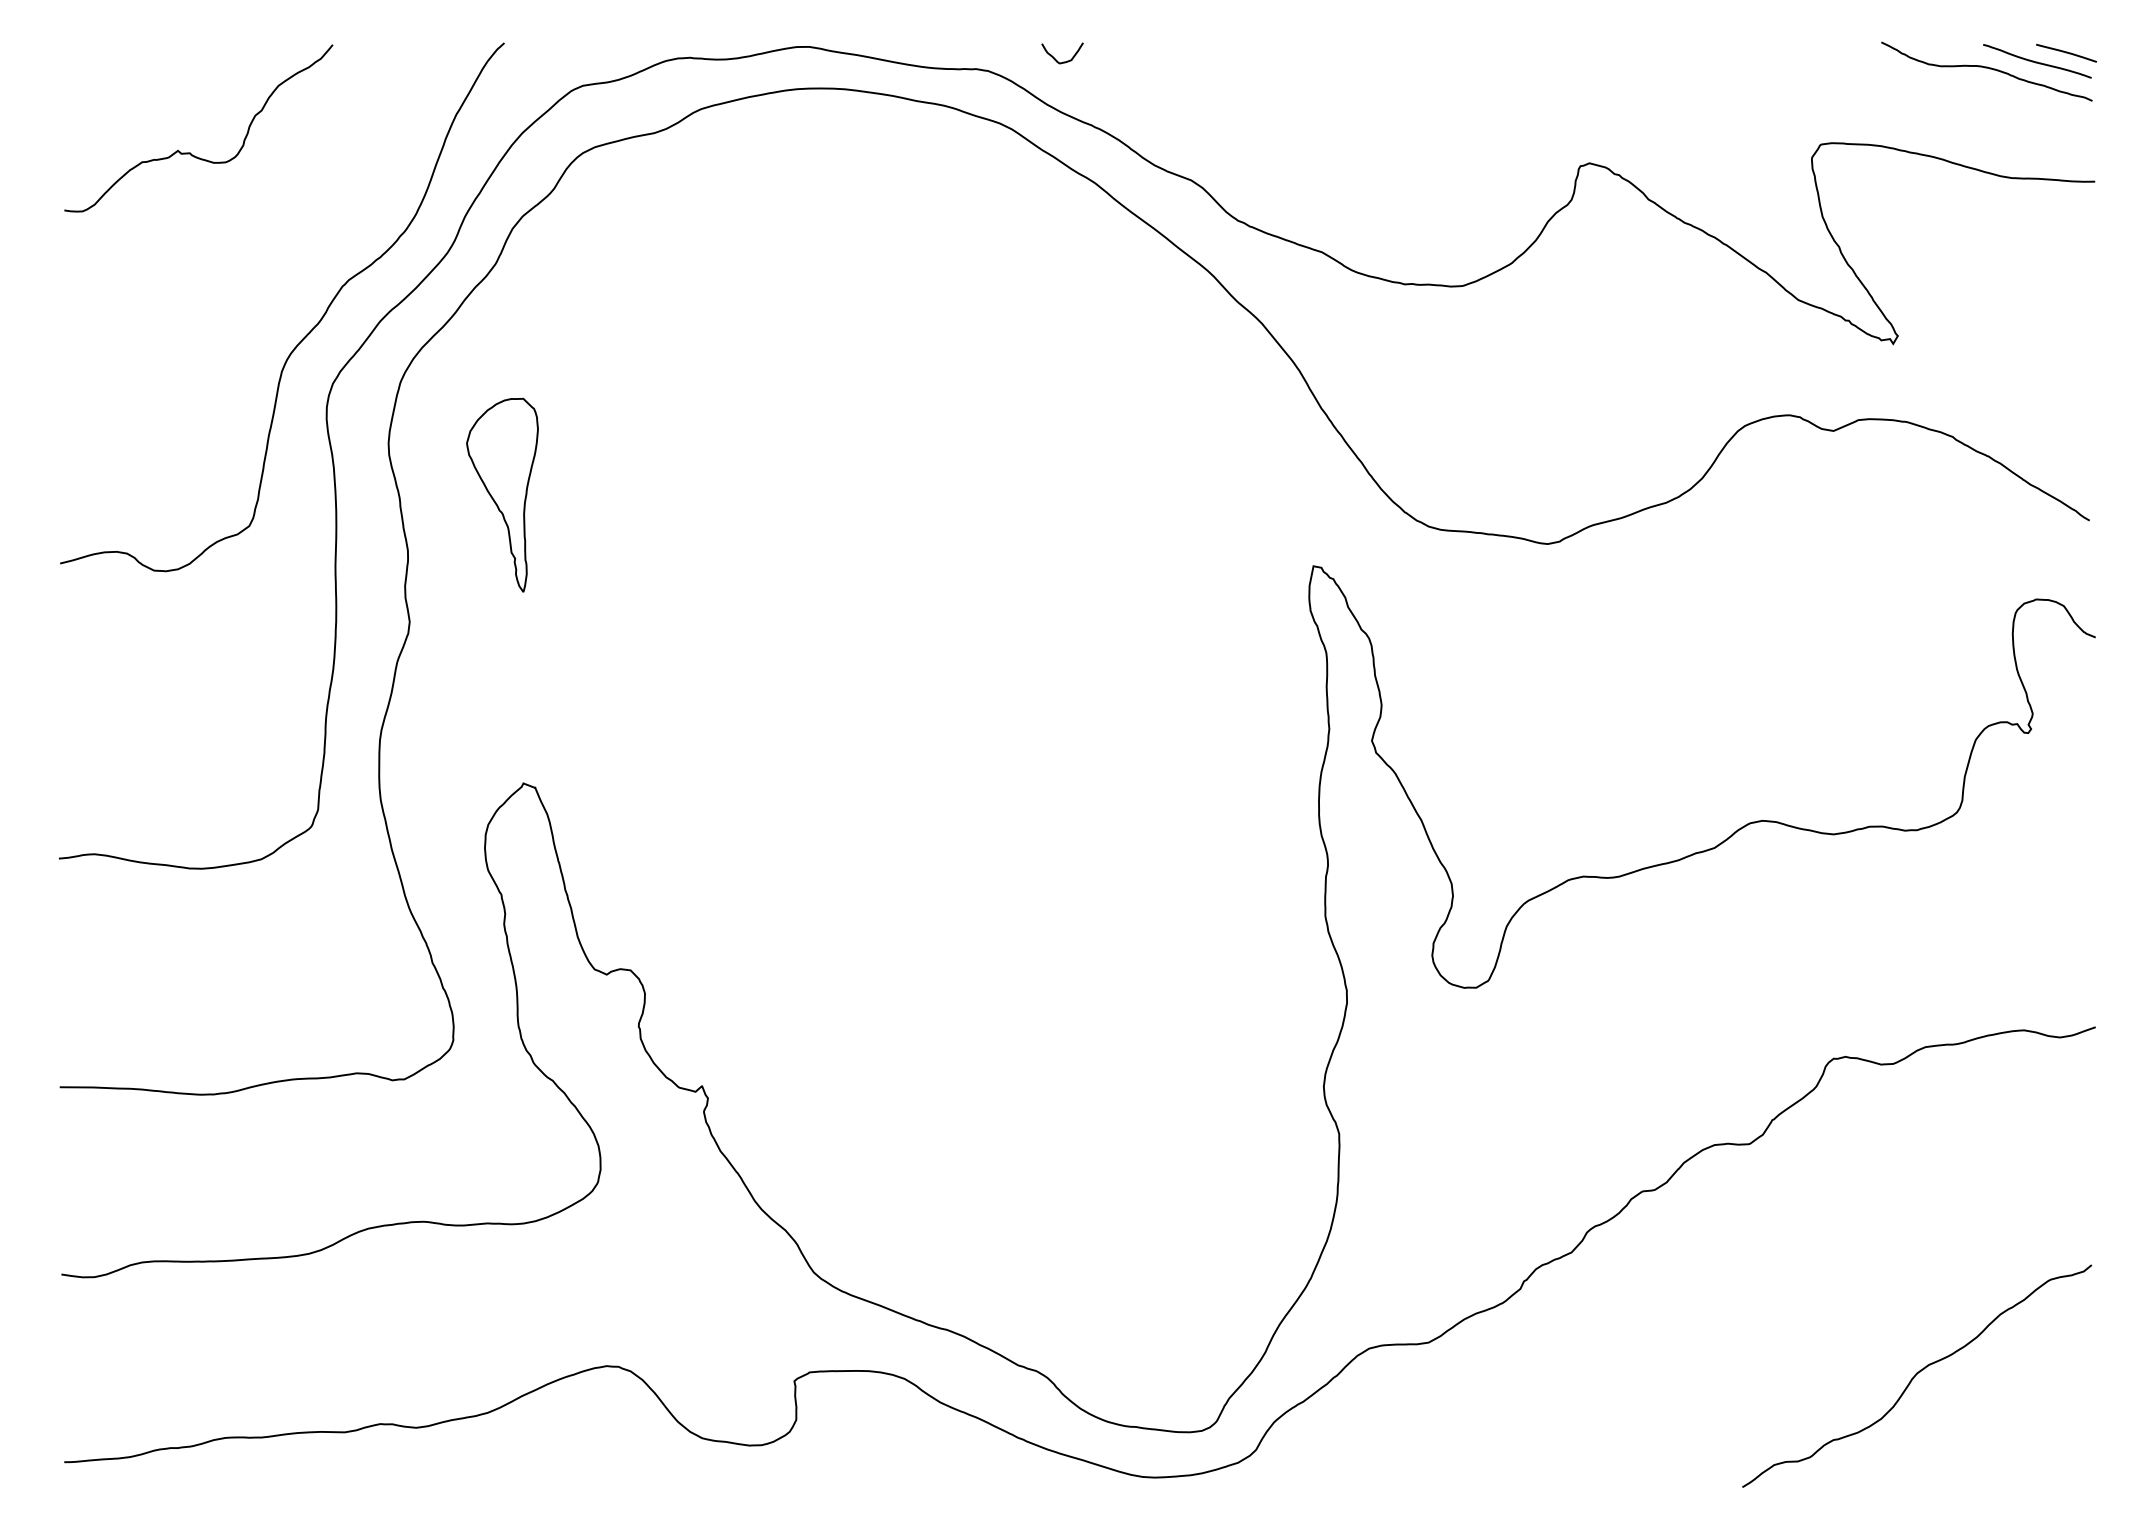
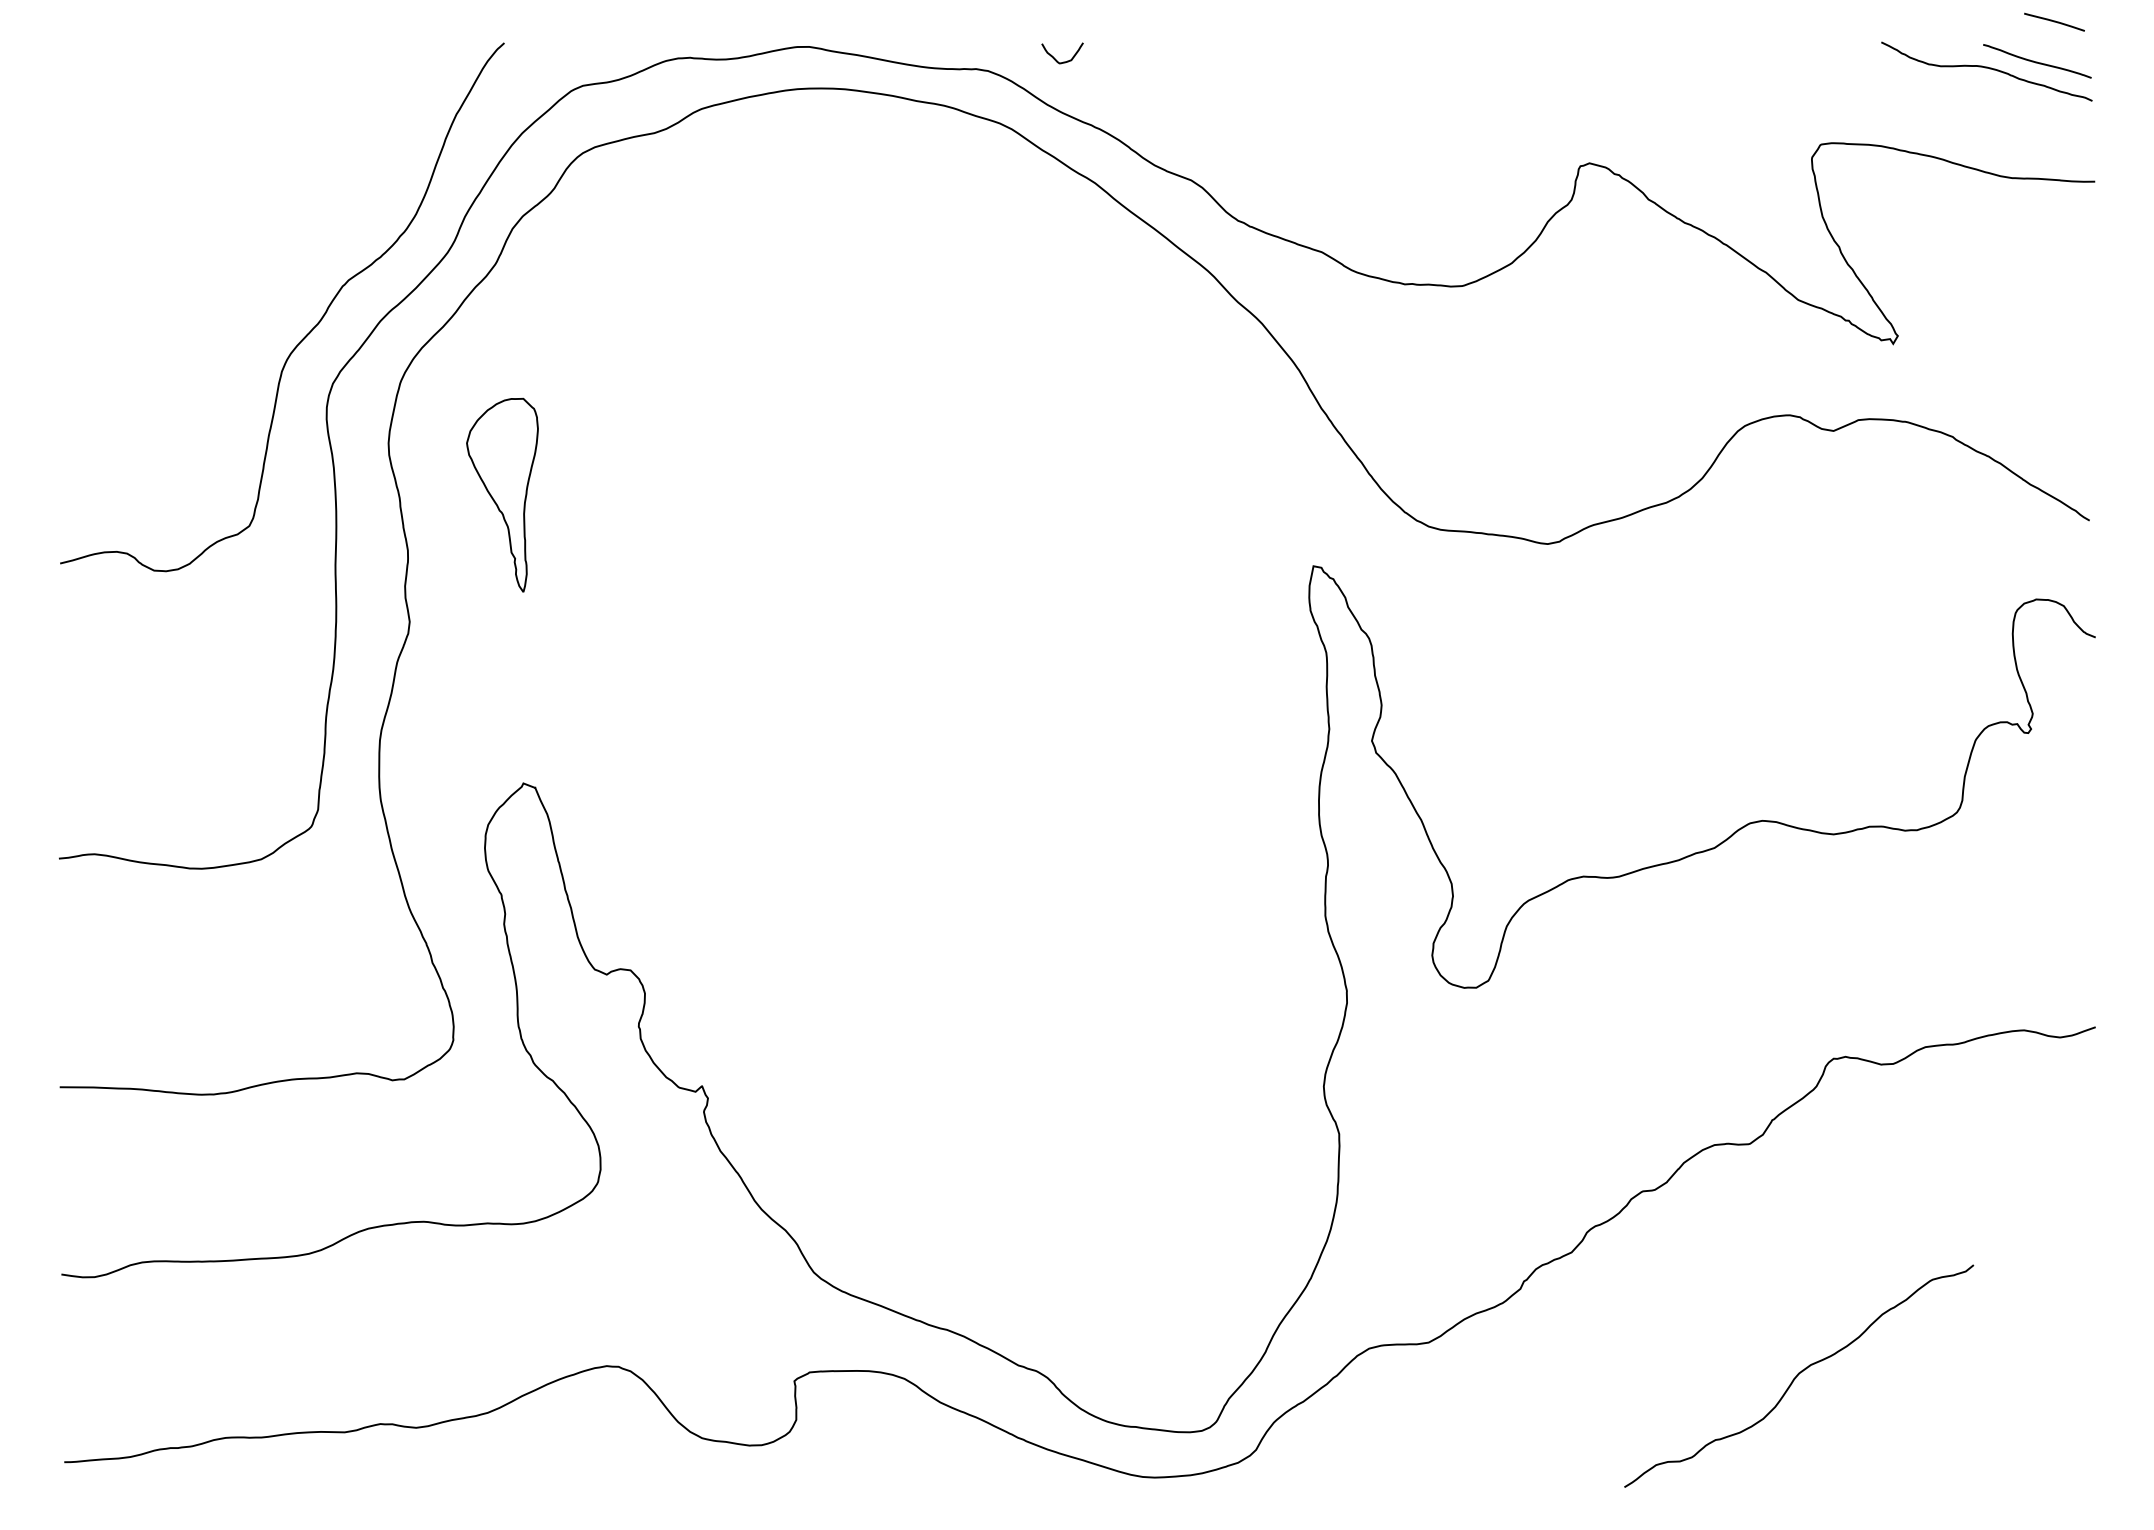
line at (2066, 52) position: (2066, 52) -> (2054, 21)
curve at (190, 152): present -> none
curve at (1917, 1374) position: (1917, 1374) -> (1799, 1374)
